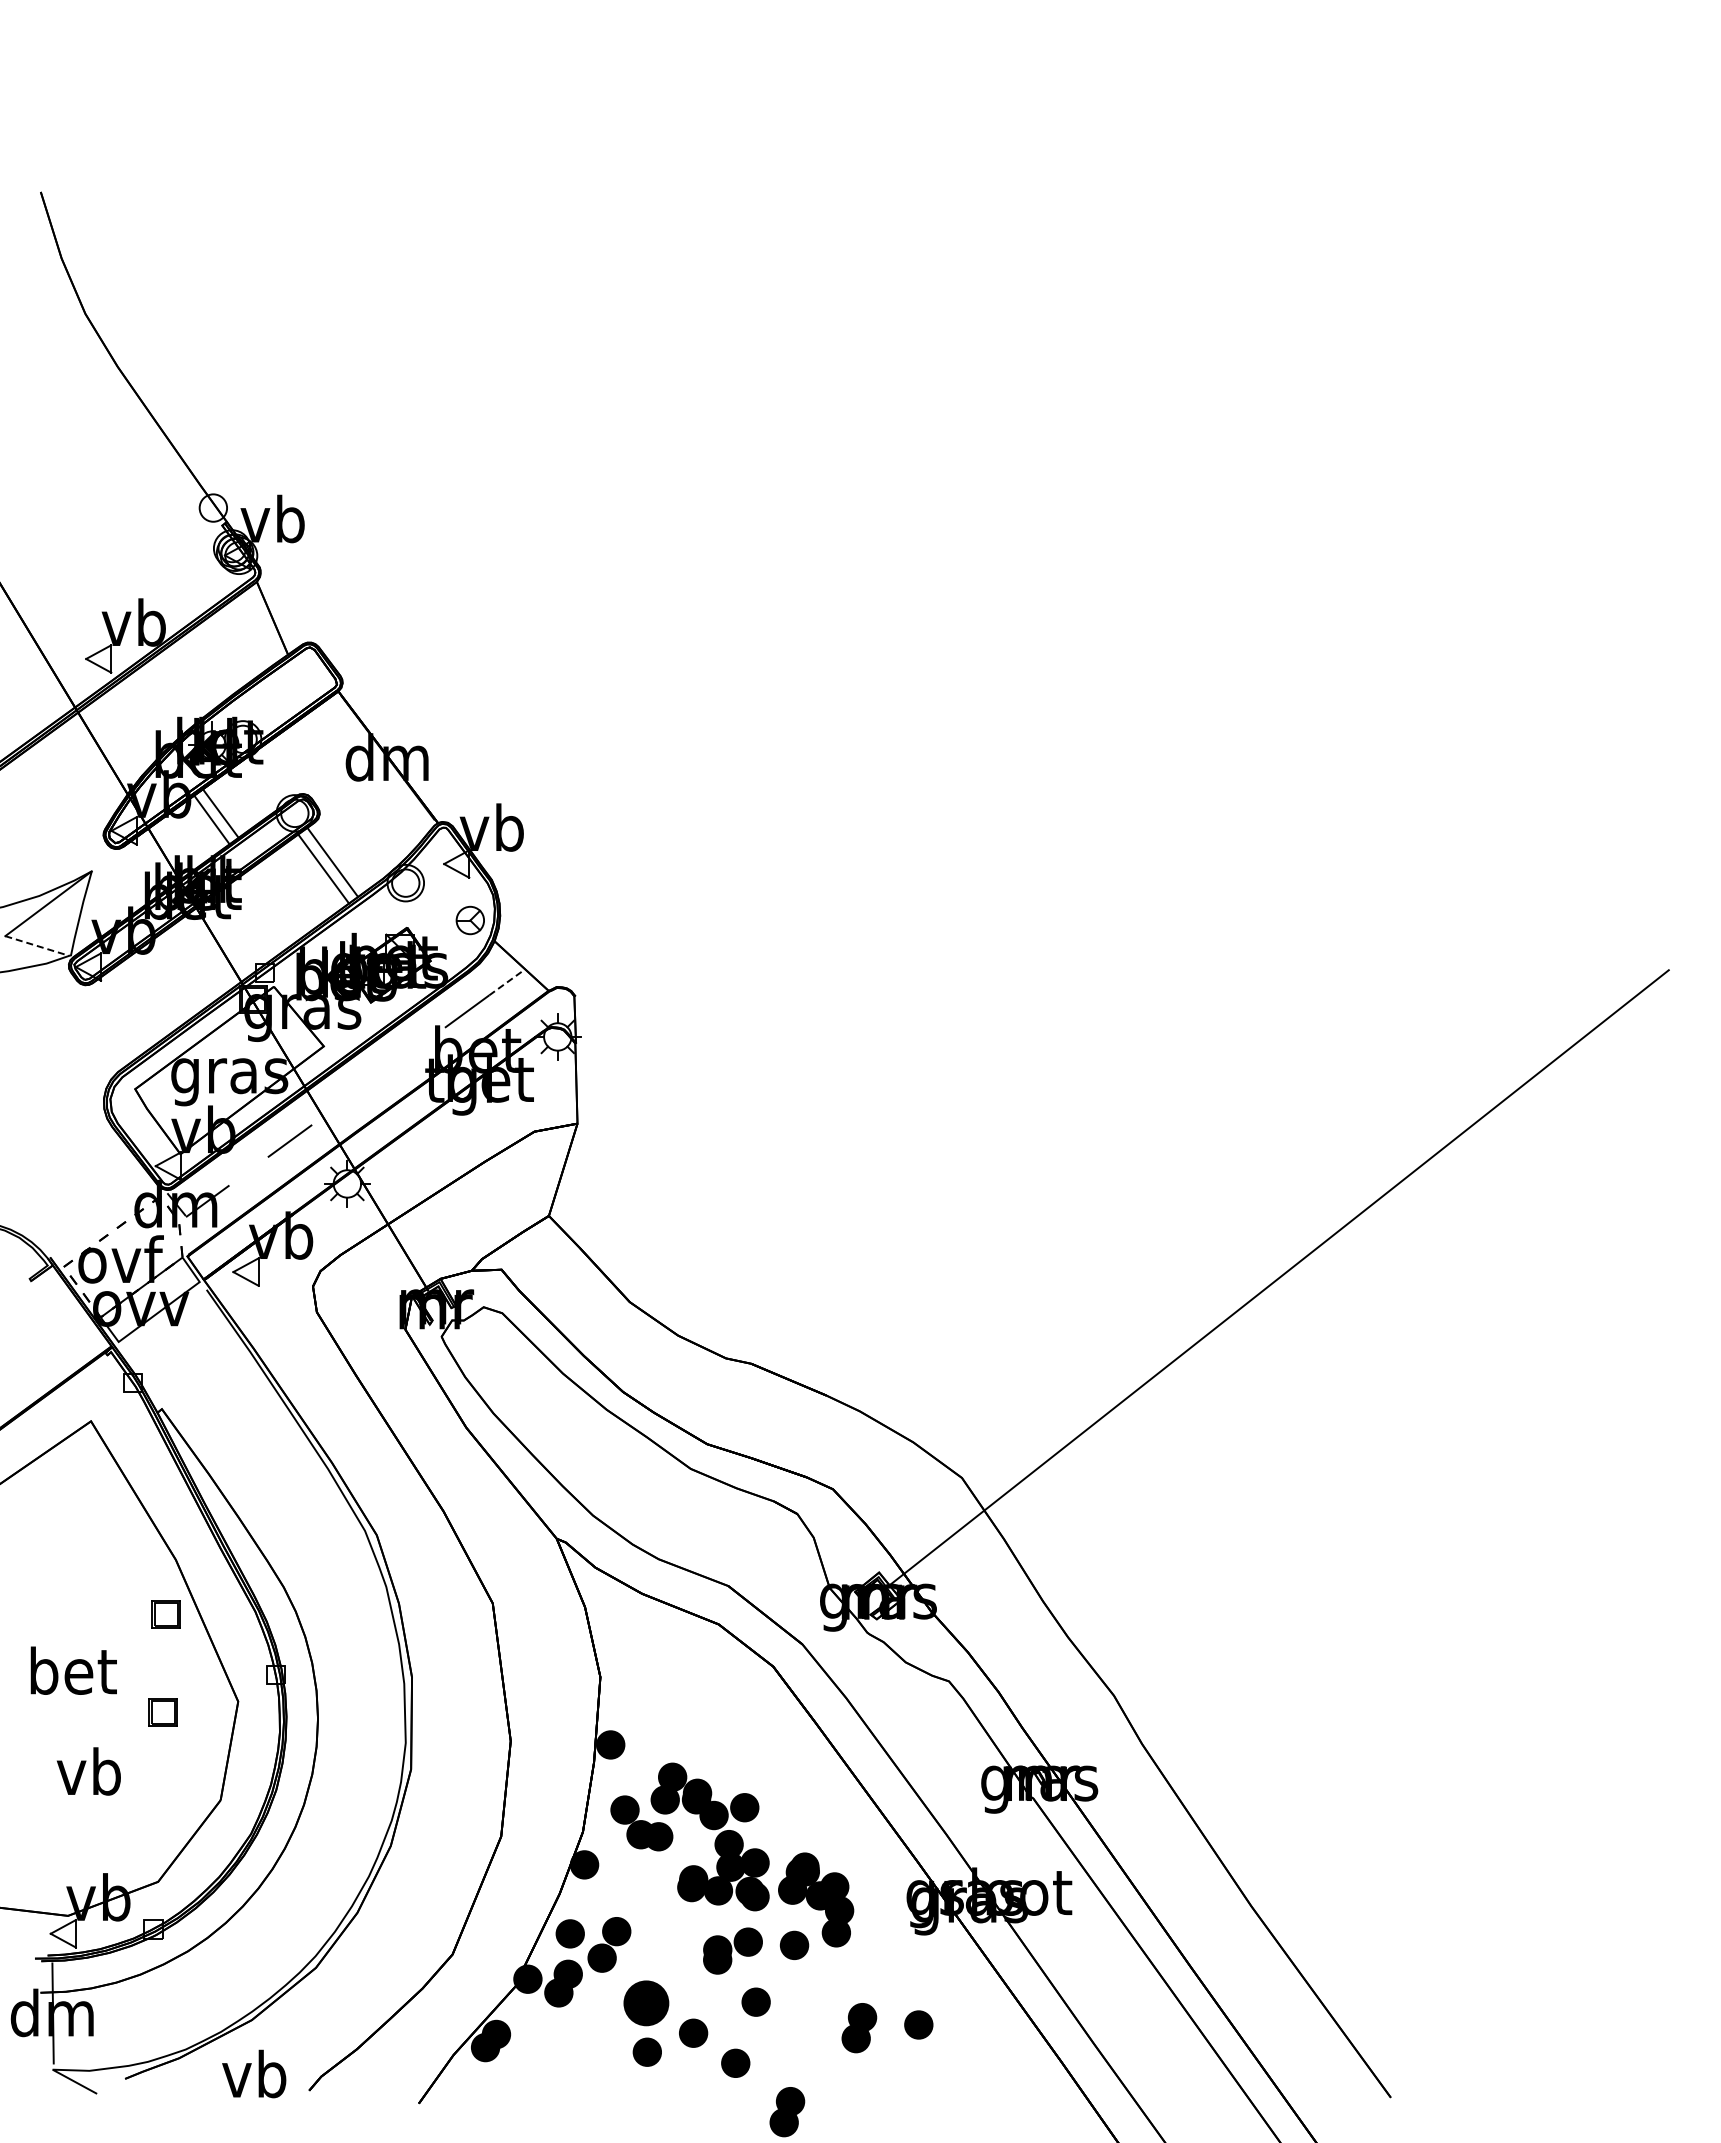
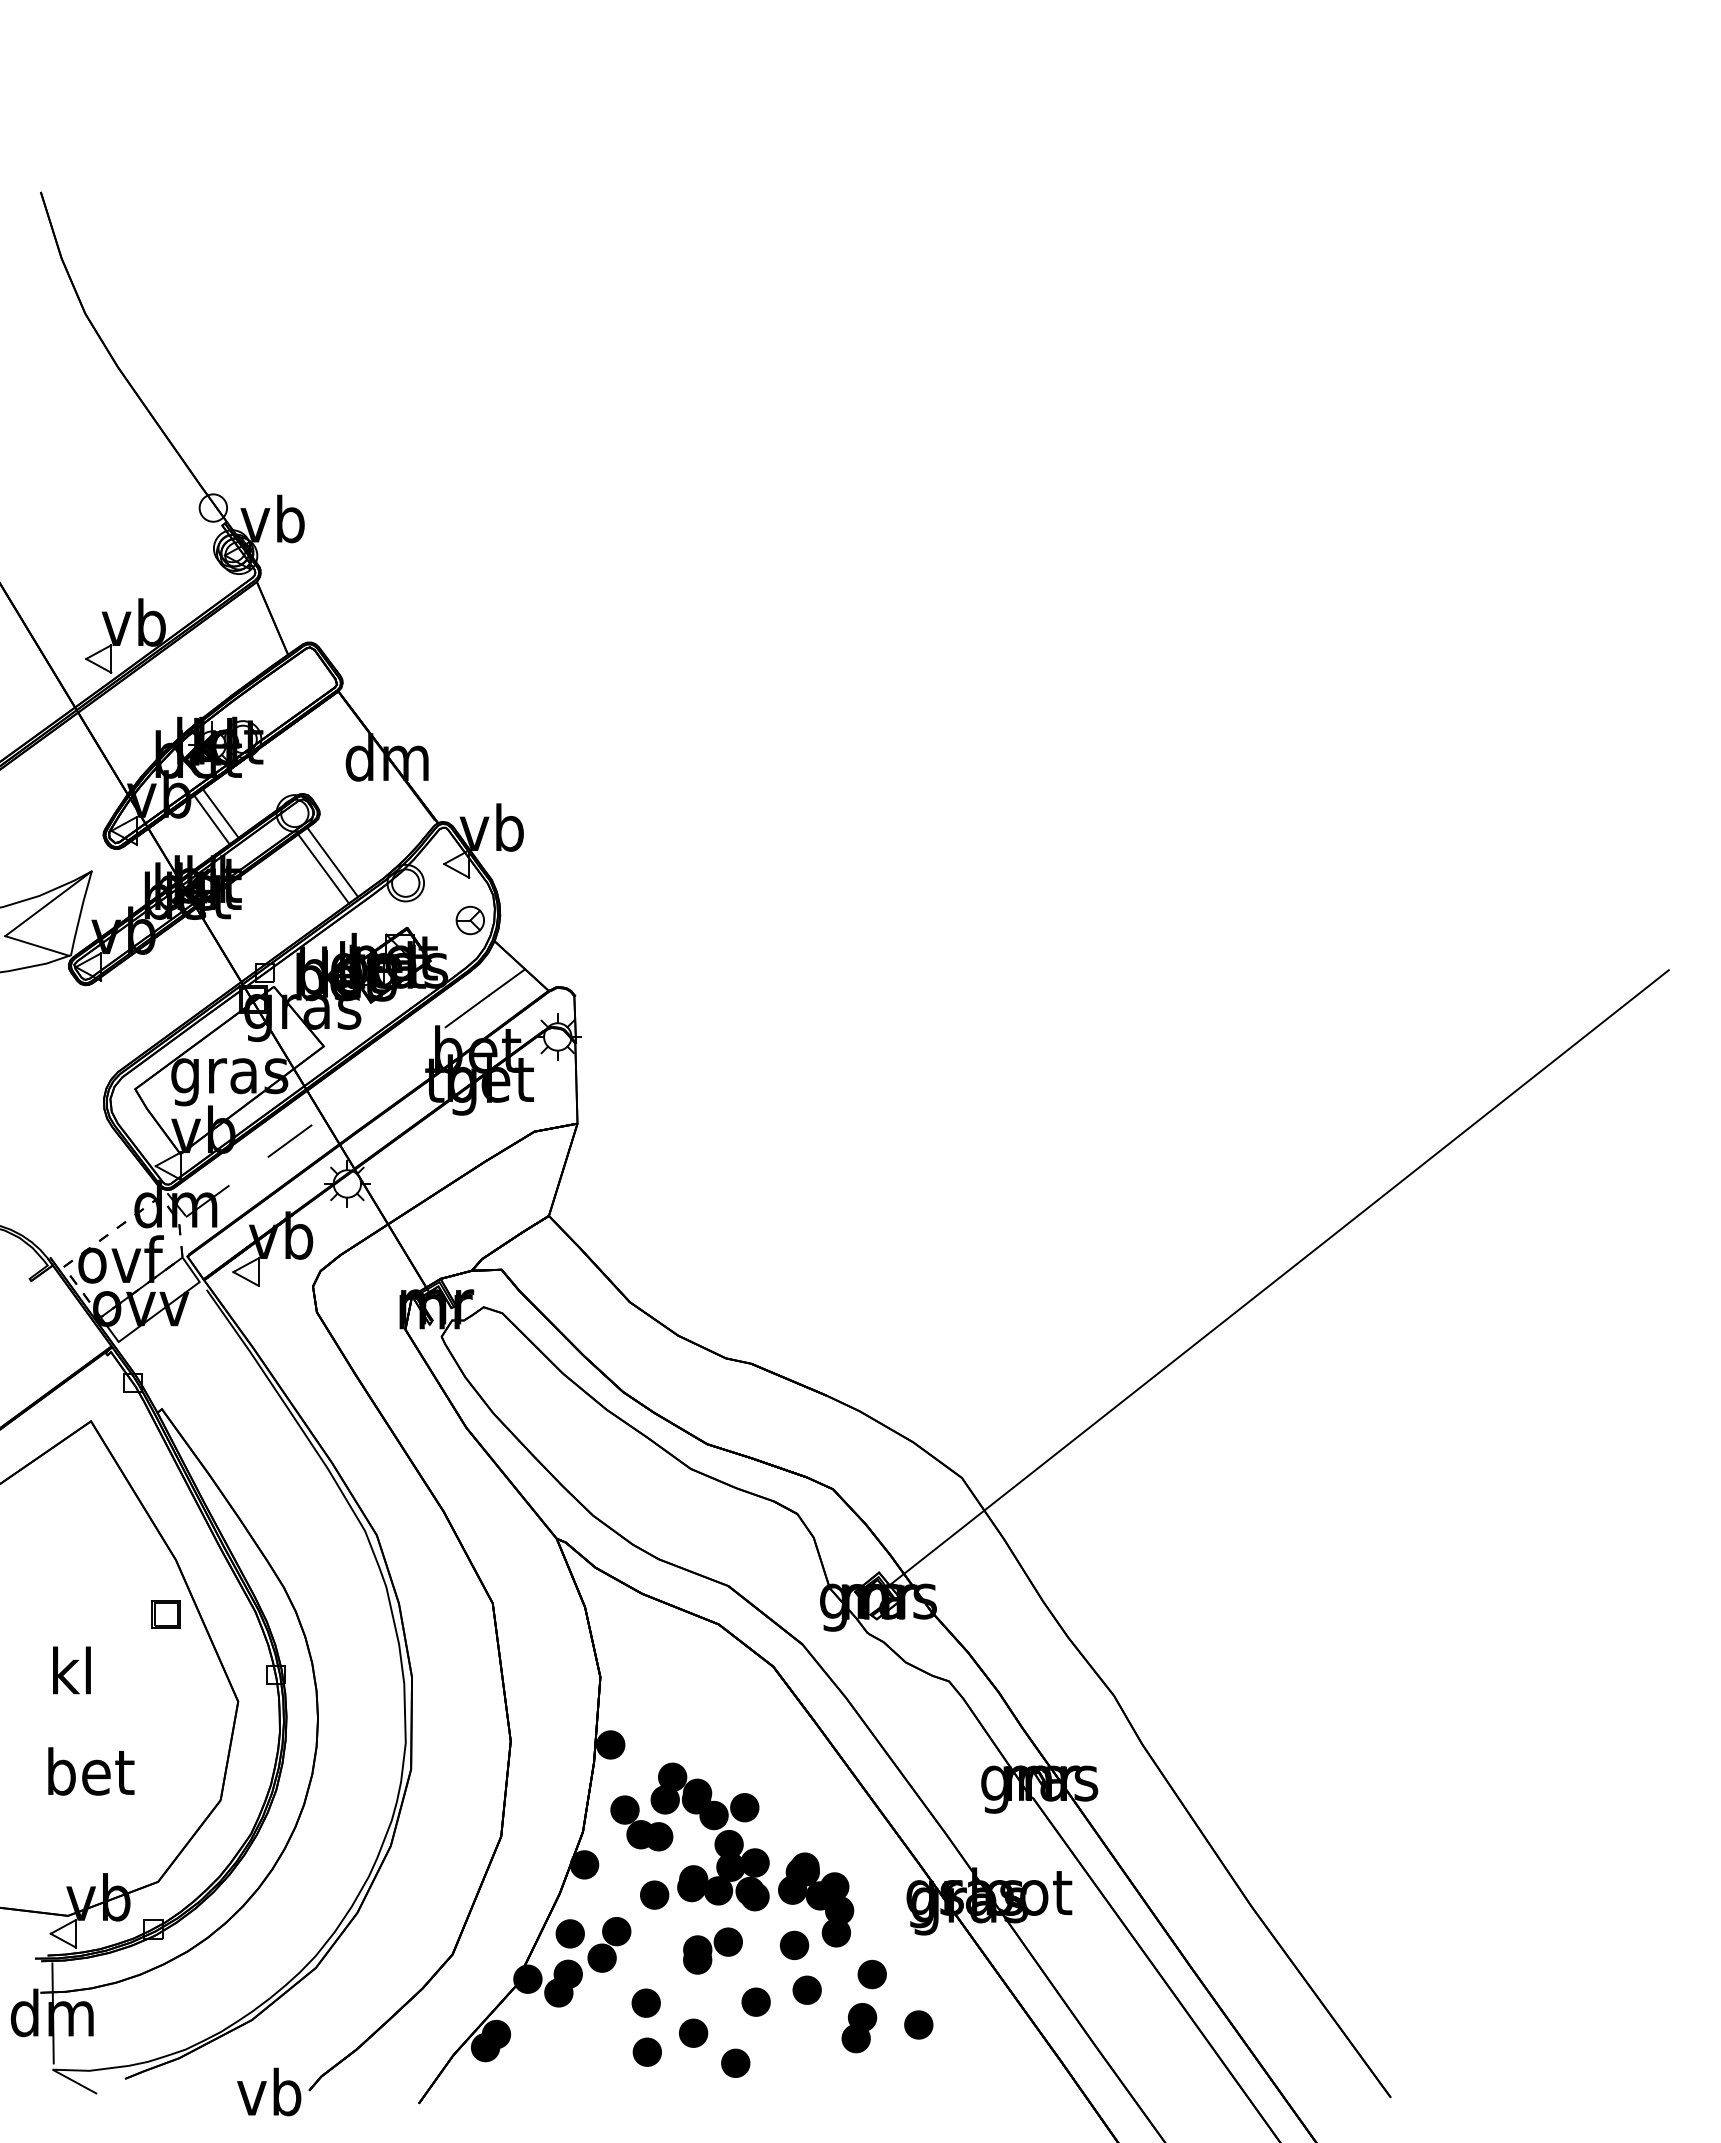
line at (37, 946): dashed -> solid
line at (507, 982): dashed -> solid
text at (73, 1670): bet -> kl
part at (162, 1712): present -> none
text at (91, 1771): vb -> bet
part at (654, 1894): none -> present
part at (732, 1950) position: (732, 1950) -> (712, 1950)
part at (871, 1974): none -> present
part at (806, 1989): none -> present
part at (646, 2003) size: 47x47 px -> 30x30 px
text at (254, 2073) position: (254, 2073) -> (269, 2091)
part at (787, 2112): present -> none
